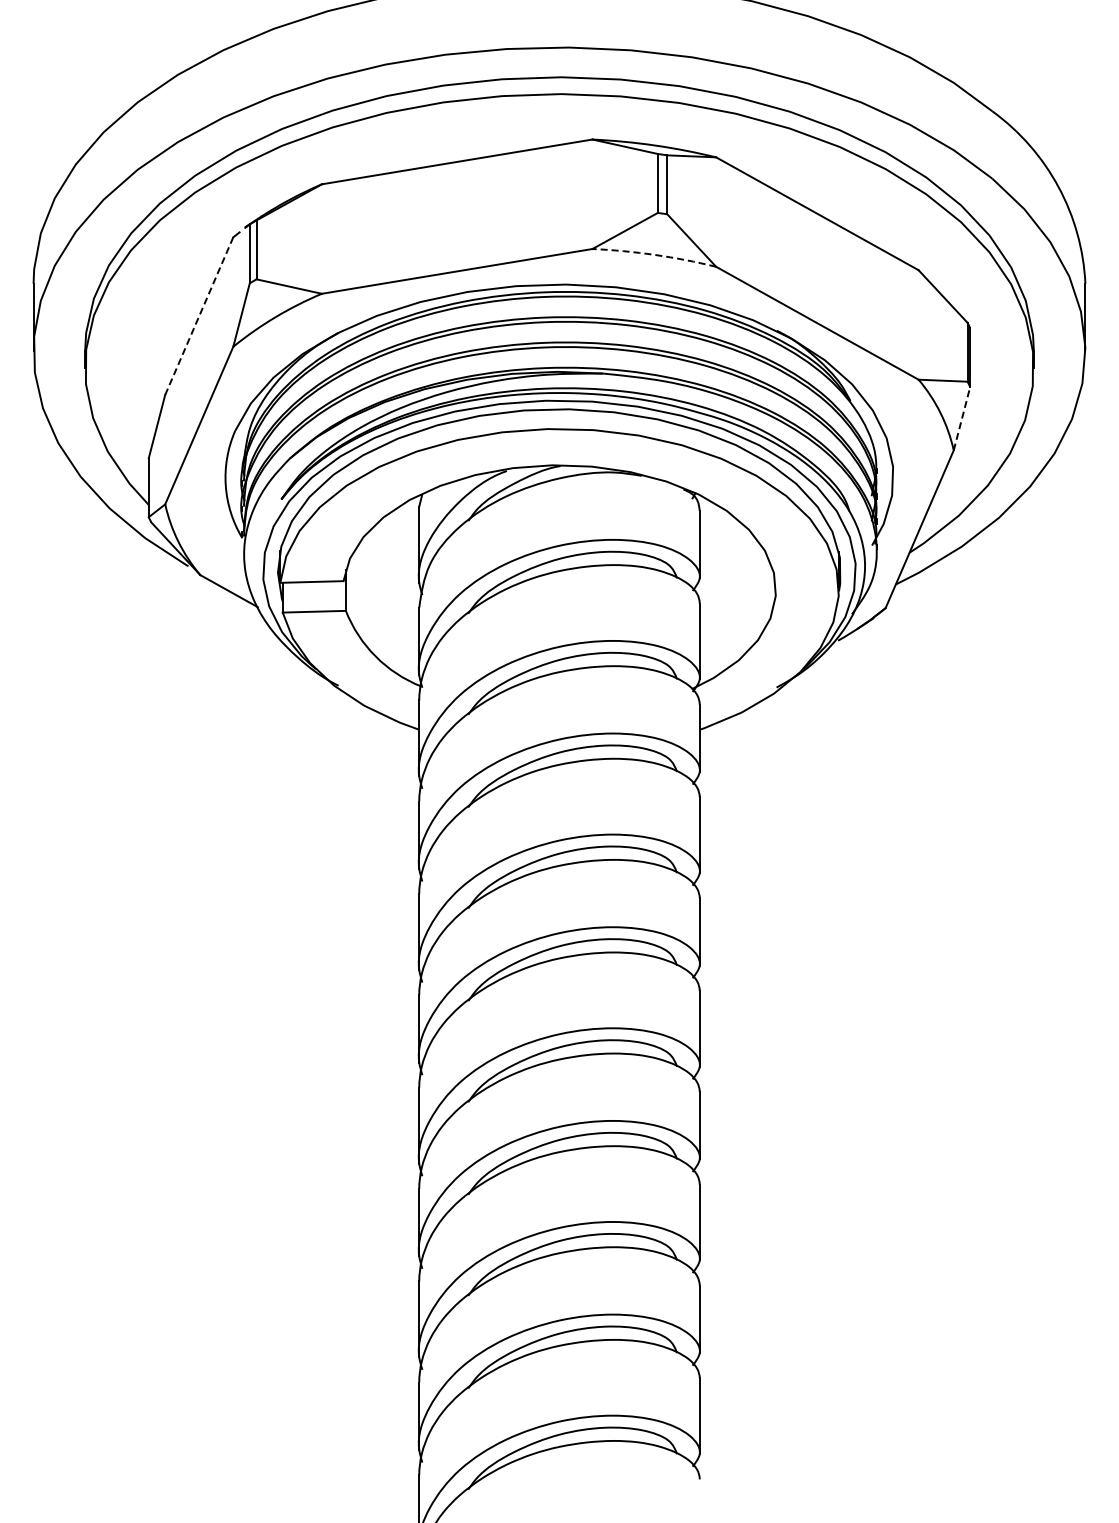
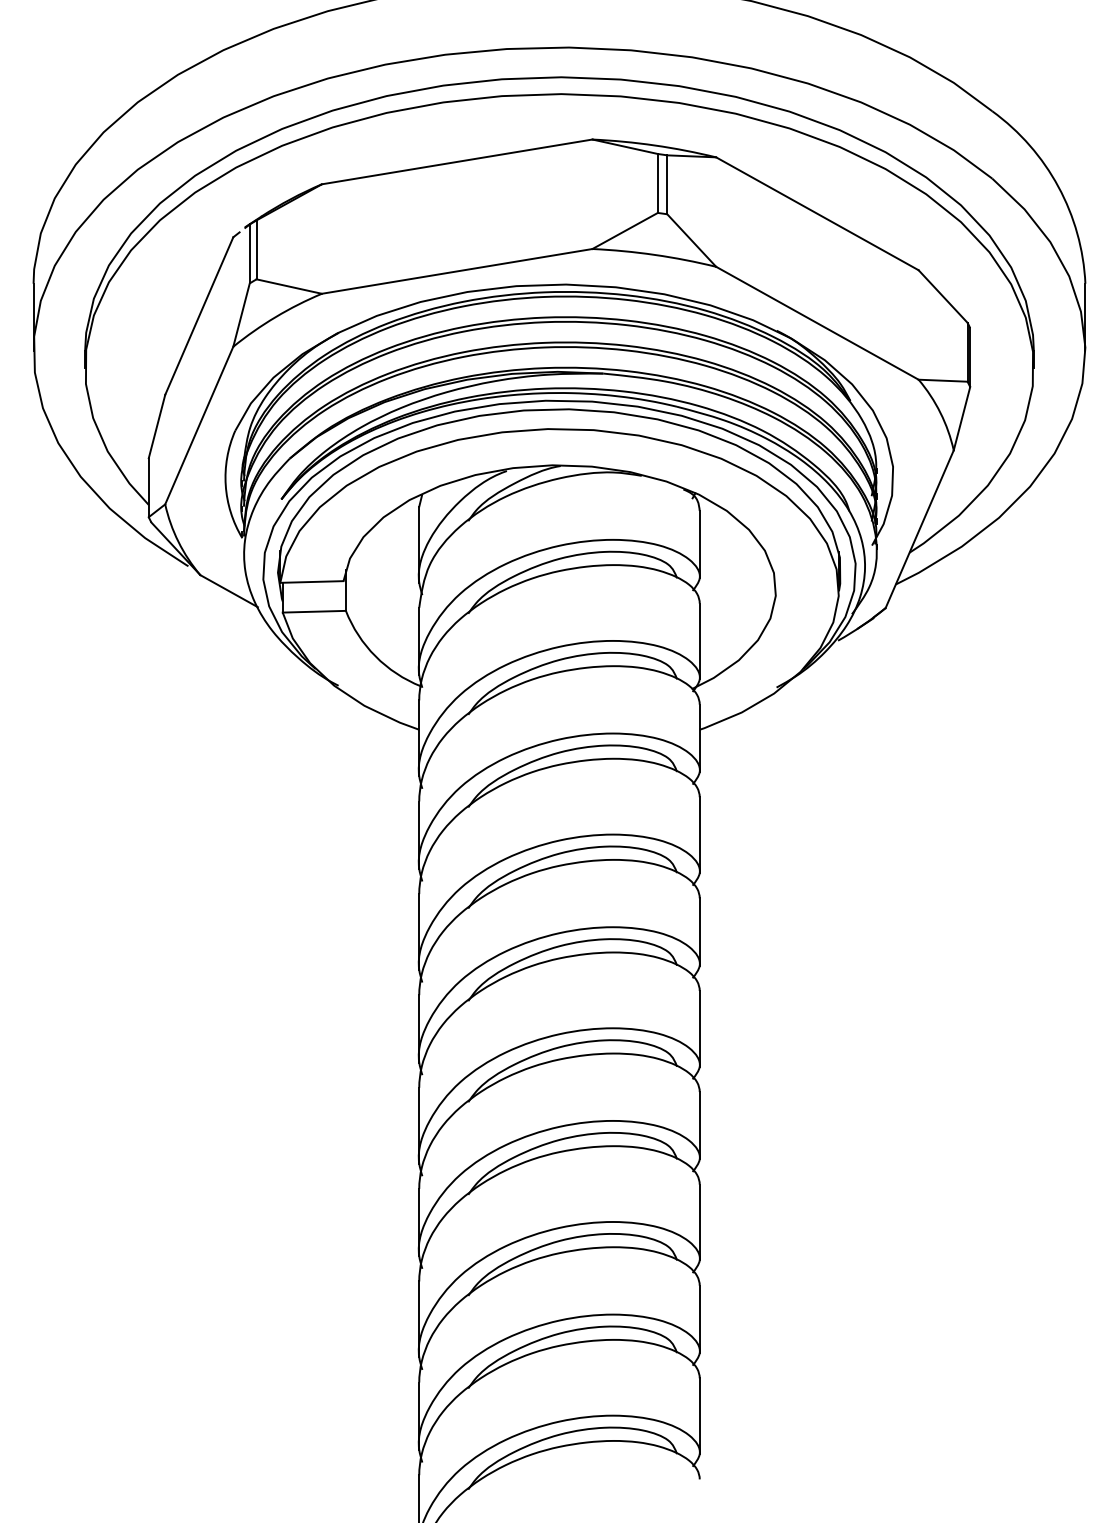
arc at (654, 254): dashed -> solid
line at (199, 316): dashed -> solid
line at (961, 418): dashed -> solid
